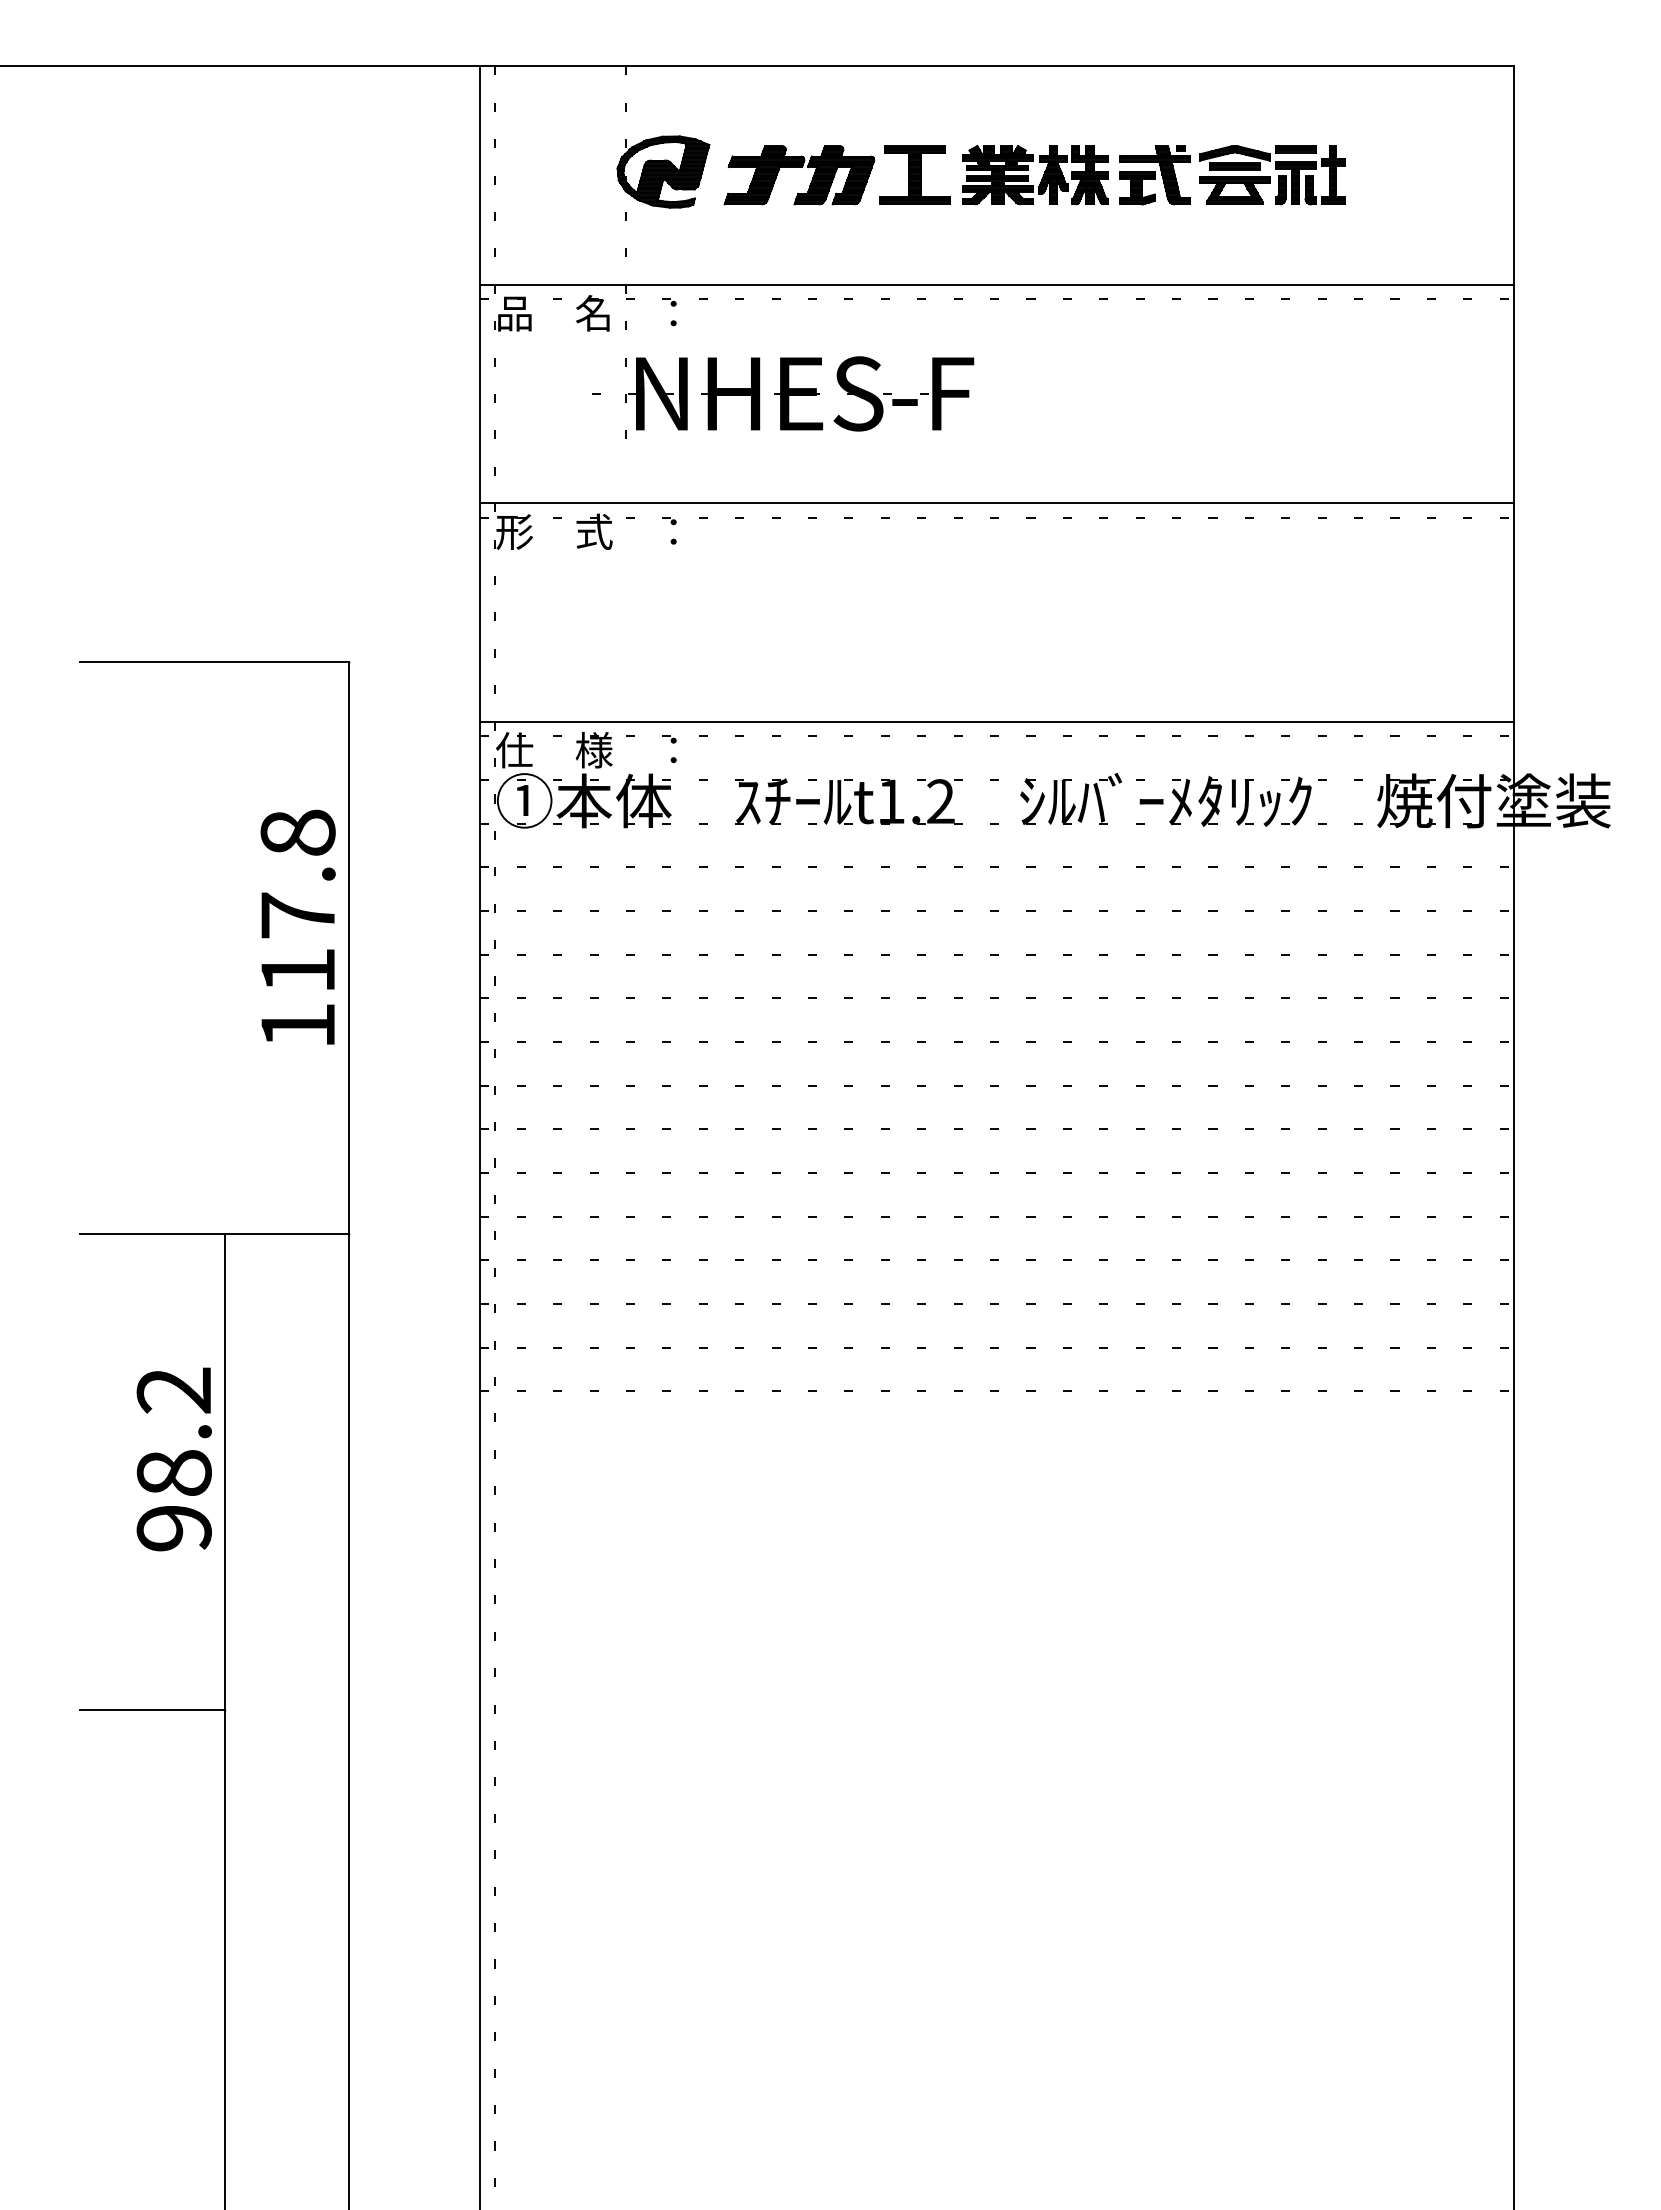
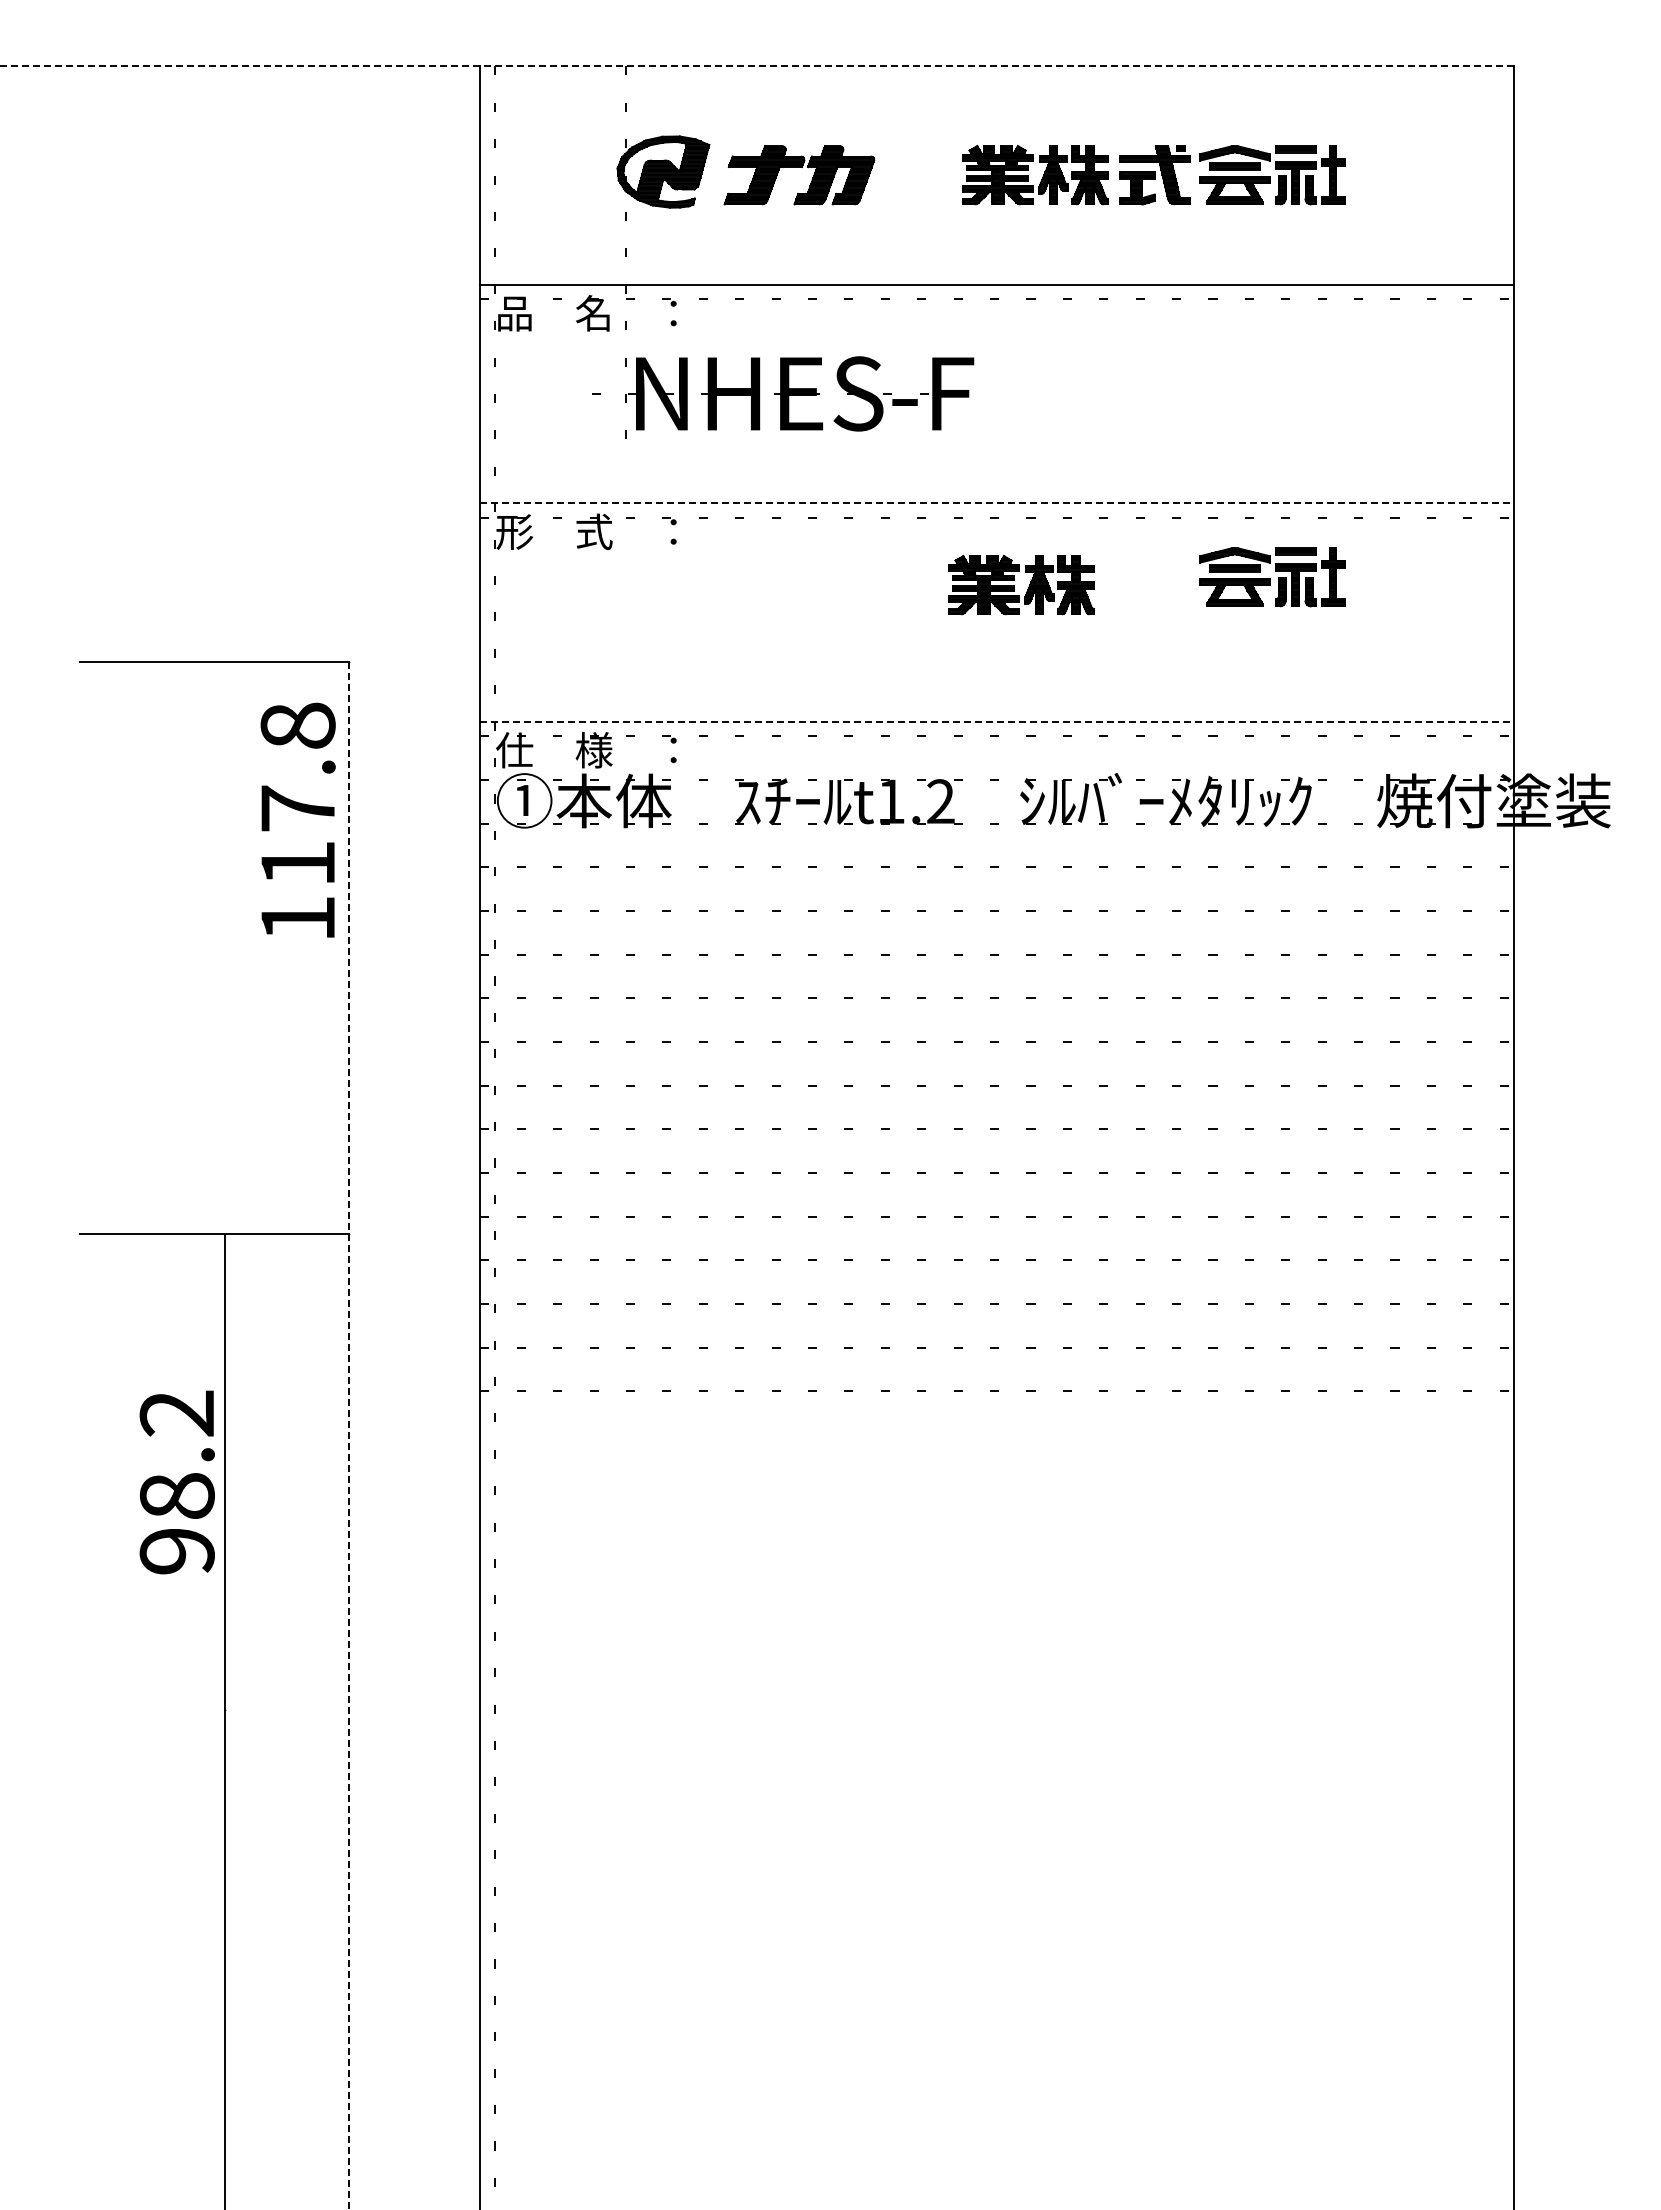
line at (757, 66): solid -> dashed
part at (914, 174): present -> none
line at (997, 503): solid -> dashed
part at (1272, 577): none -> present
part at (1027, 588): none -> present
line at (997, 721): solid -> dashed
text at (297, 926) position: (297, 926) -> (297, 819)
line at (349, 1435): solid -> dashed
text at (173, 1459) position: (173, 1459) -> (176, 1482)
line at (152, 1710): present -> none
